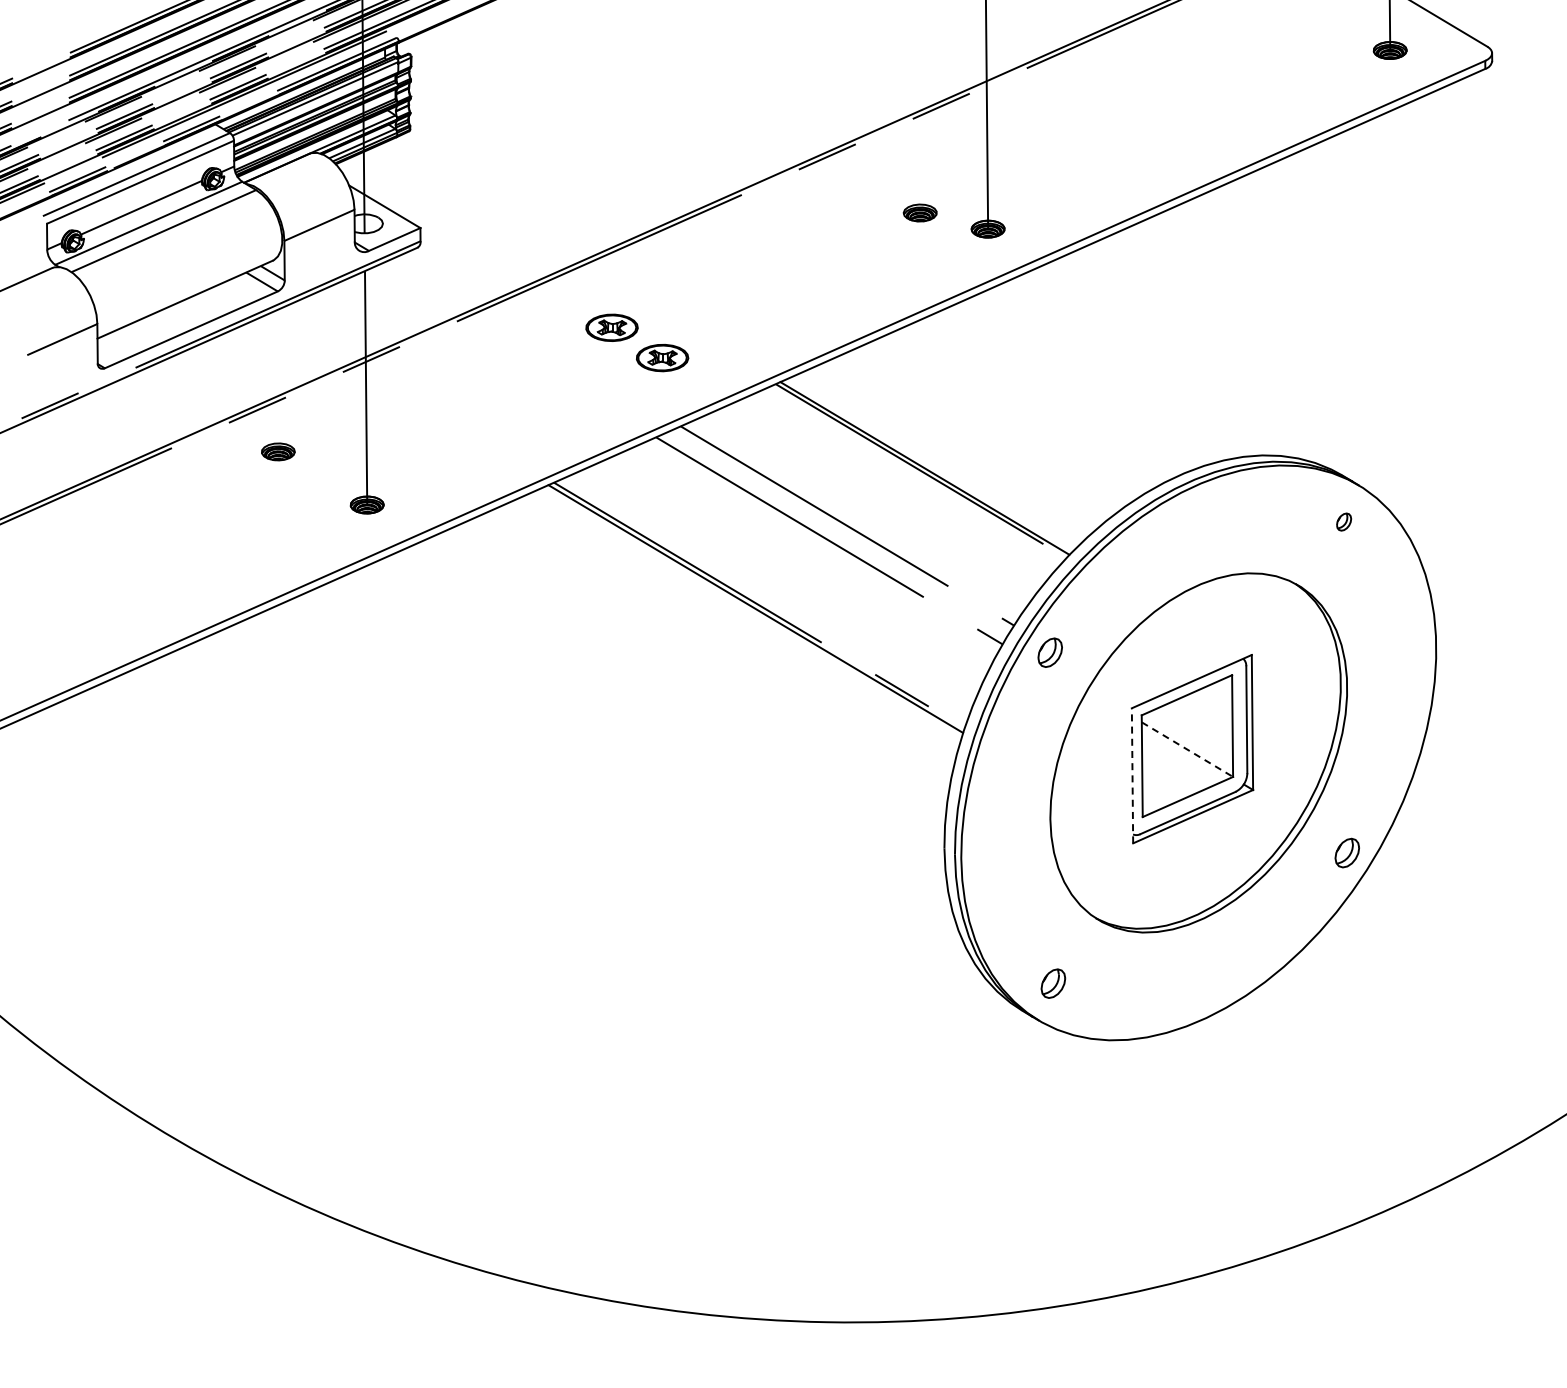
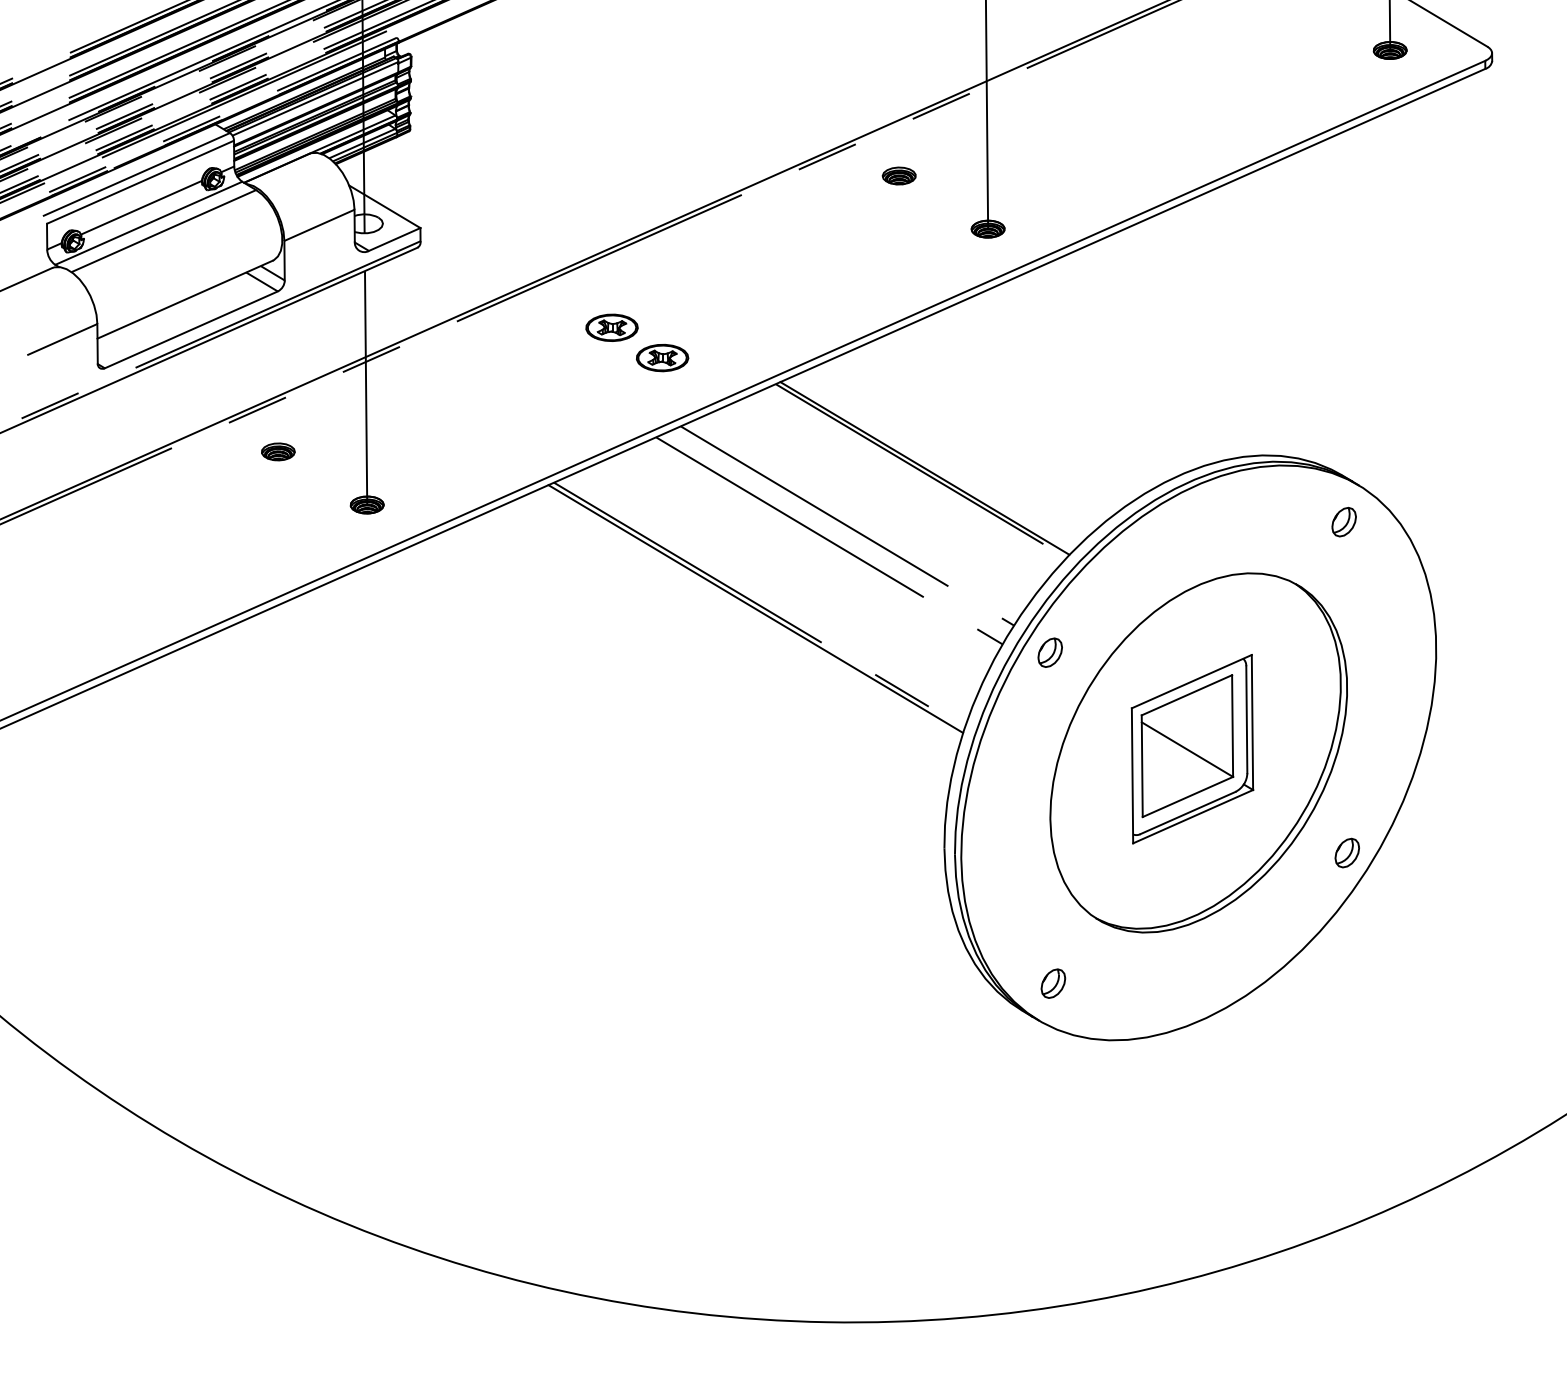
part at (919, 212) position: (919, 212) -> (898, 175)
part at (1344, 521) size: 17x20 px -> 26x32 px
line at (1187, 749): dashed -> solid
line at (1132, 775): dashed -> solid
